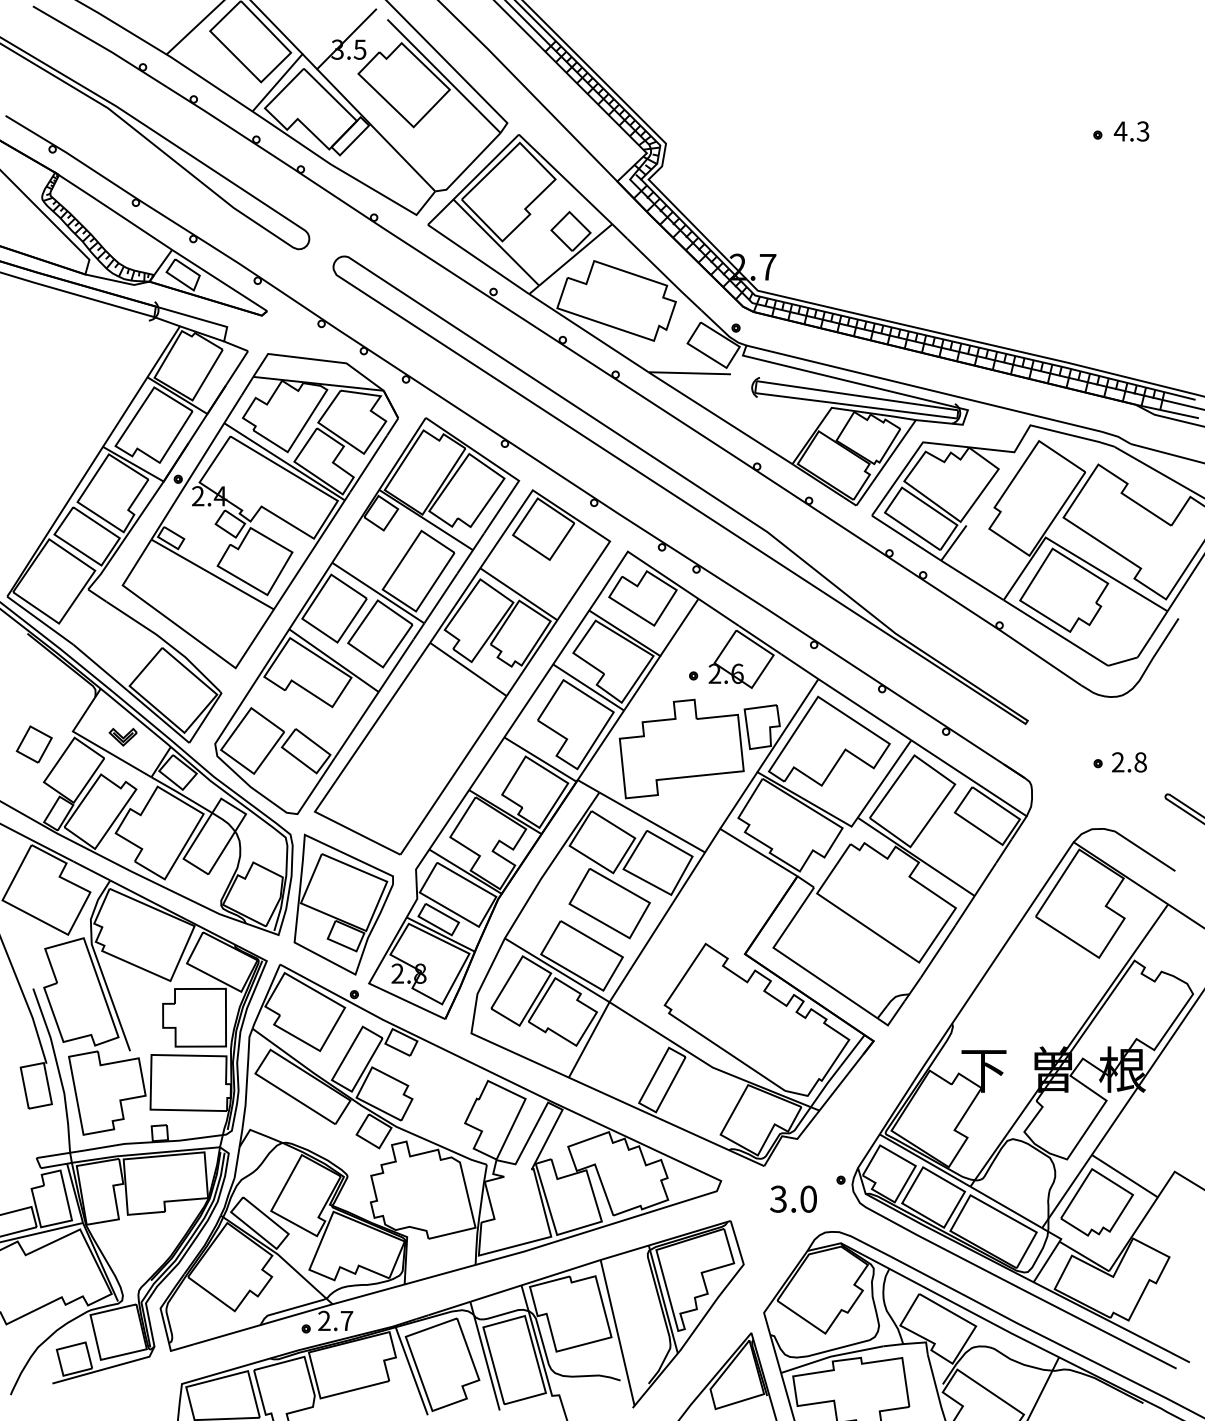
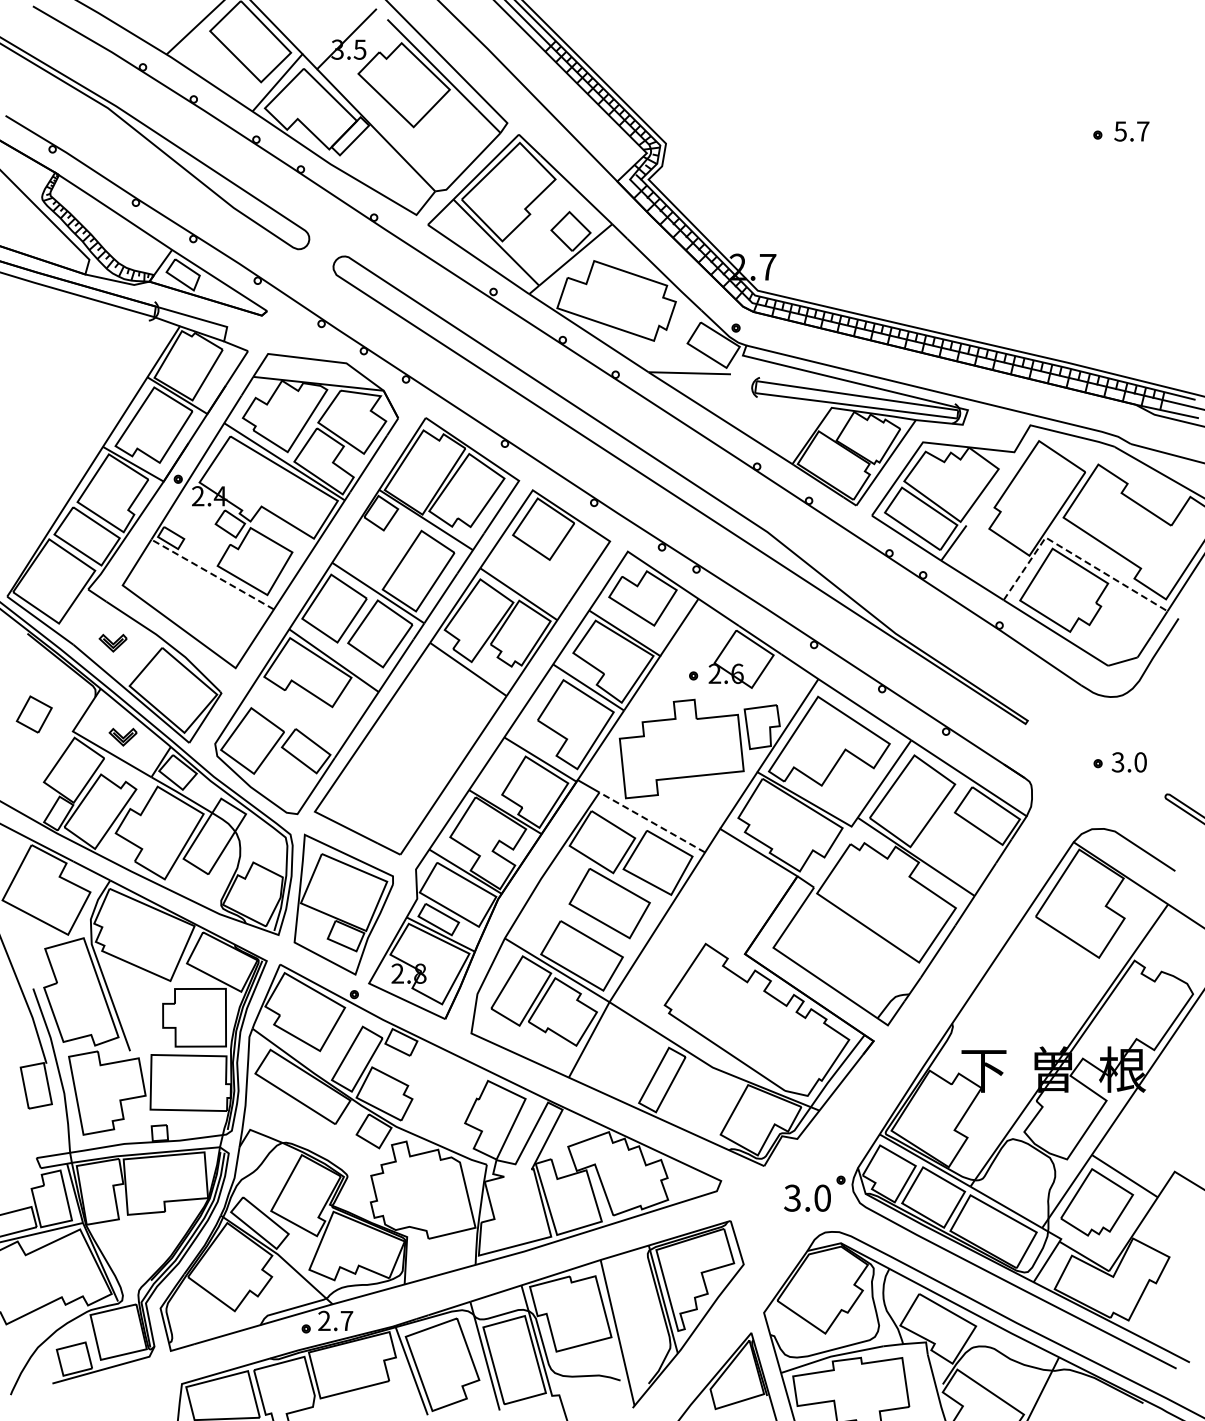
text at (1131, 131): 4.3 -> 5.7
line at (1073, 554): solid -> dashed
line at (212, 574): solid -> dashed
part at (112, 642): none -> present
part at (33, 744) position: (33, 744) -> (33, 714)
text at (1128, 762): 2.8 -> 3.0
line at (652, 822): solid -> dashed
text at (793, 1198) position: (793, 1198) -> (807, 1197)
